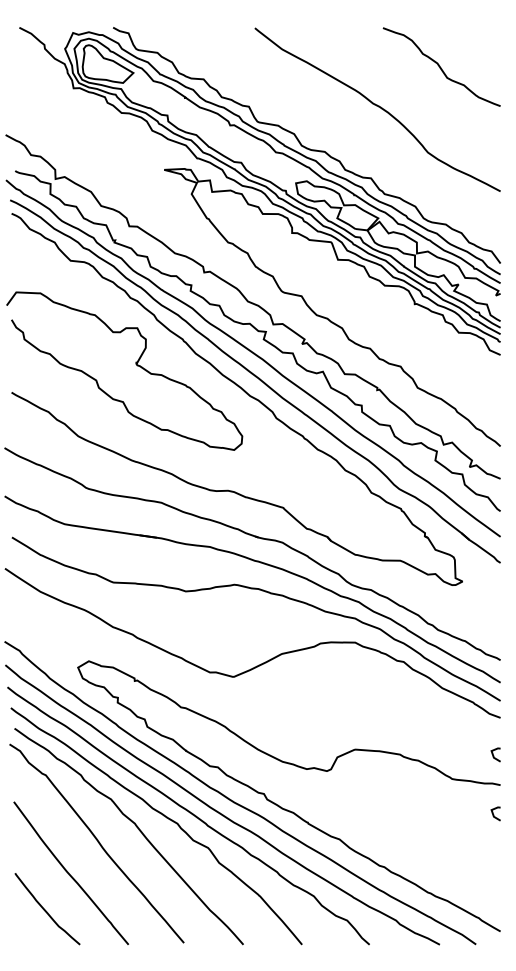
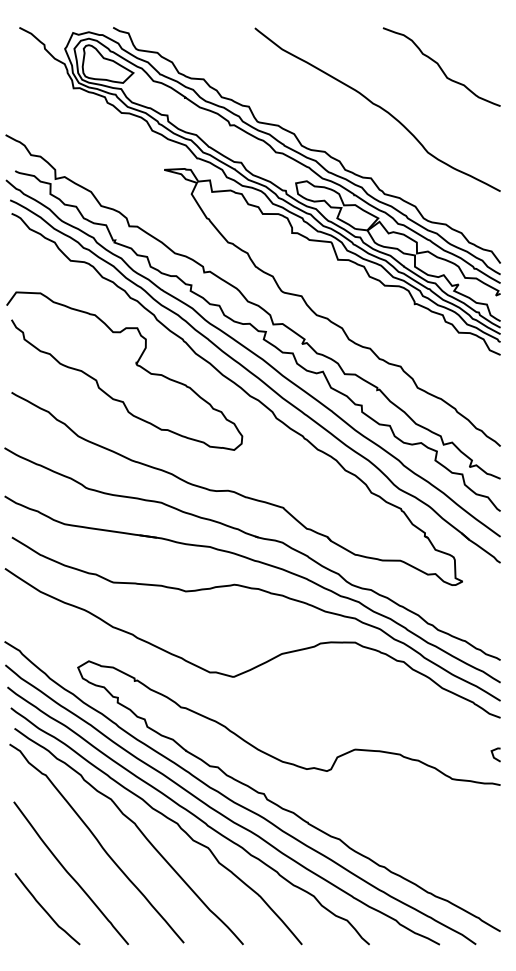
line at (494, 814): present -> none
